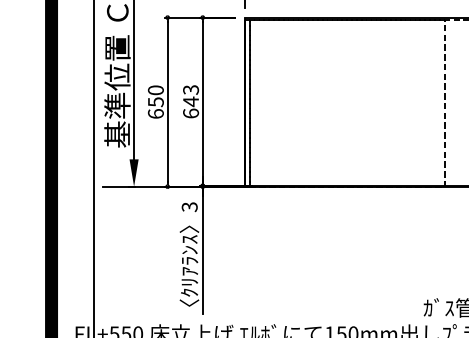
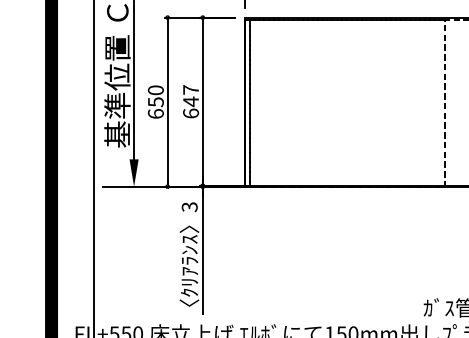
text at (191, 89): 643 -> 647
